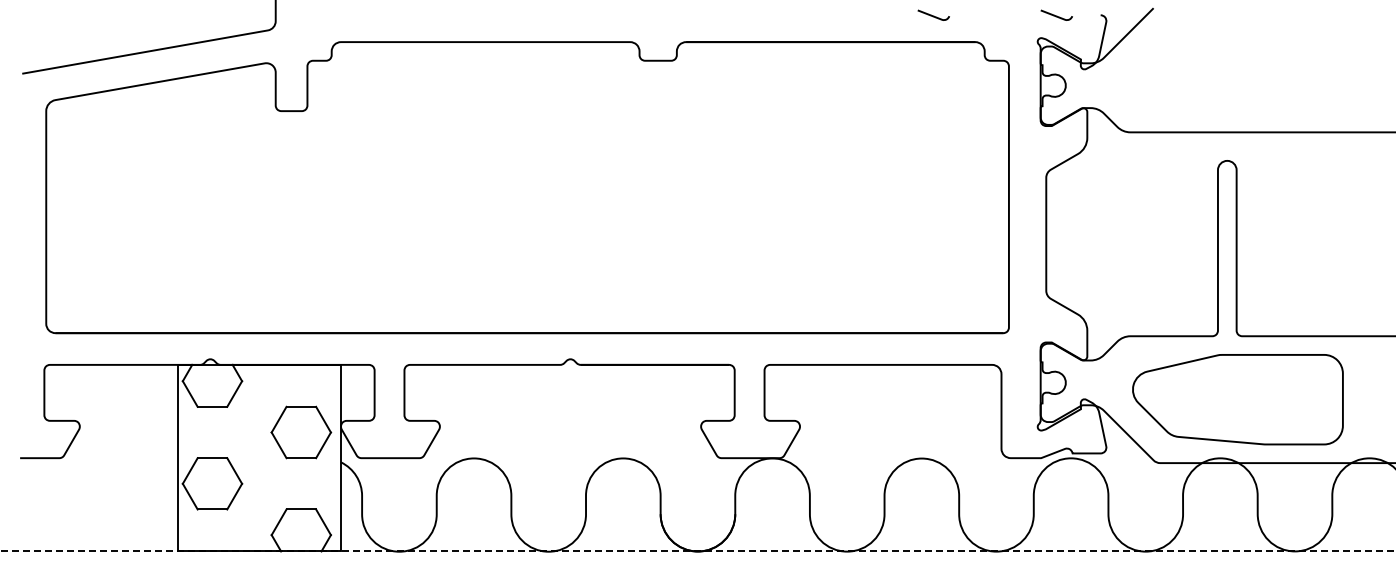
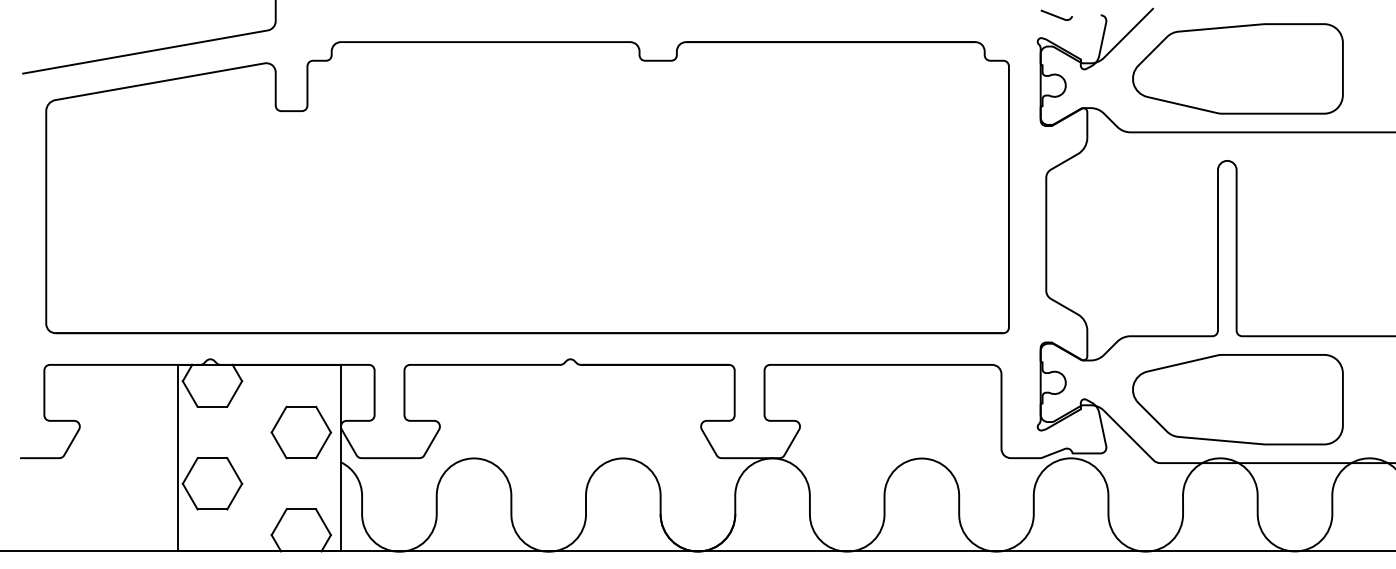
curve at (933, 15): present -> none
part at (1237, 68): none -> present
line at (698, 551): dashed -> solid
